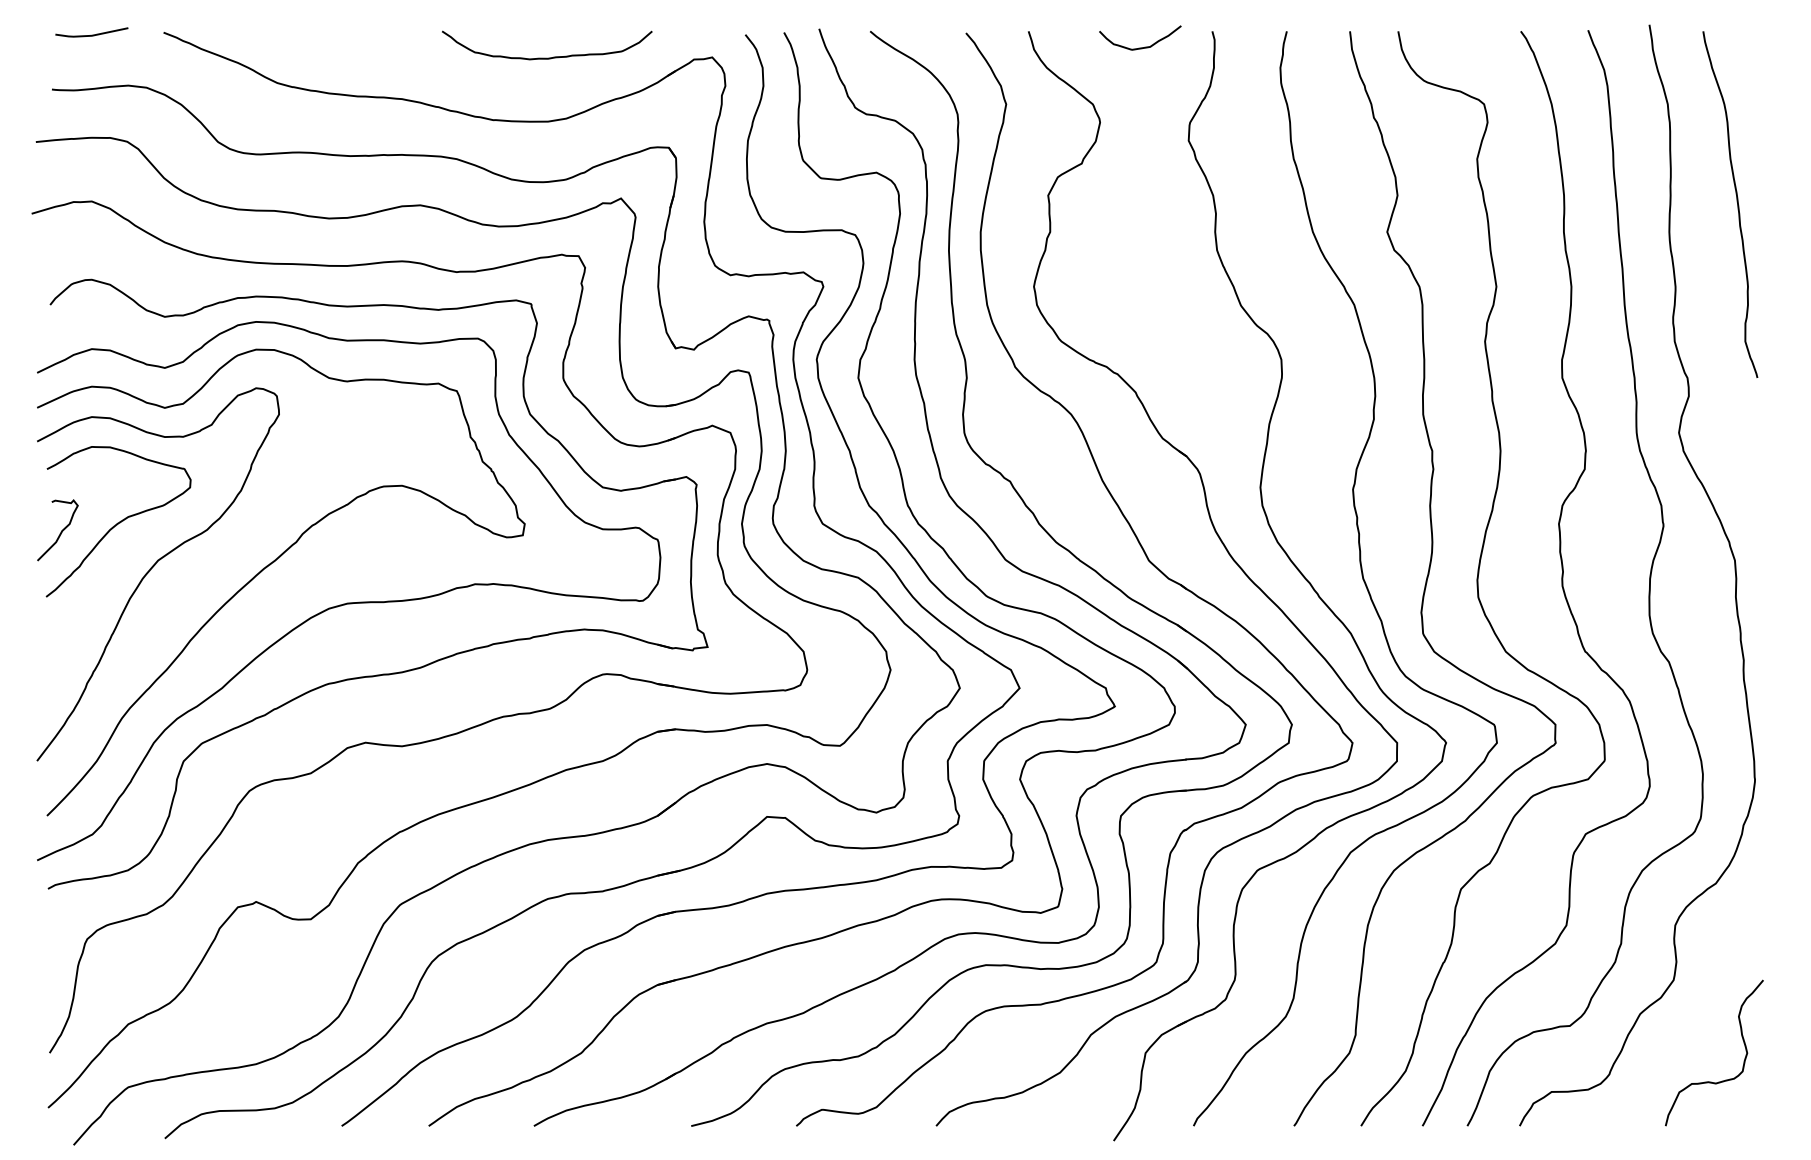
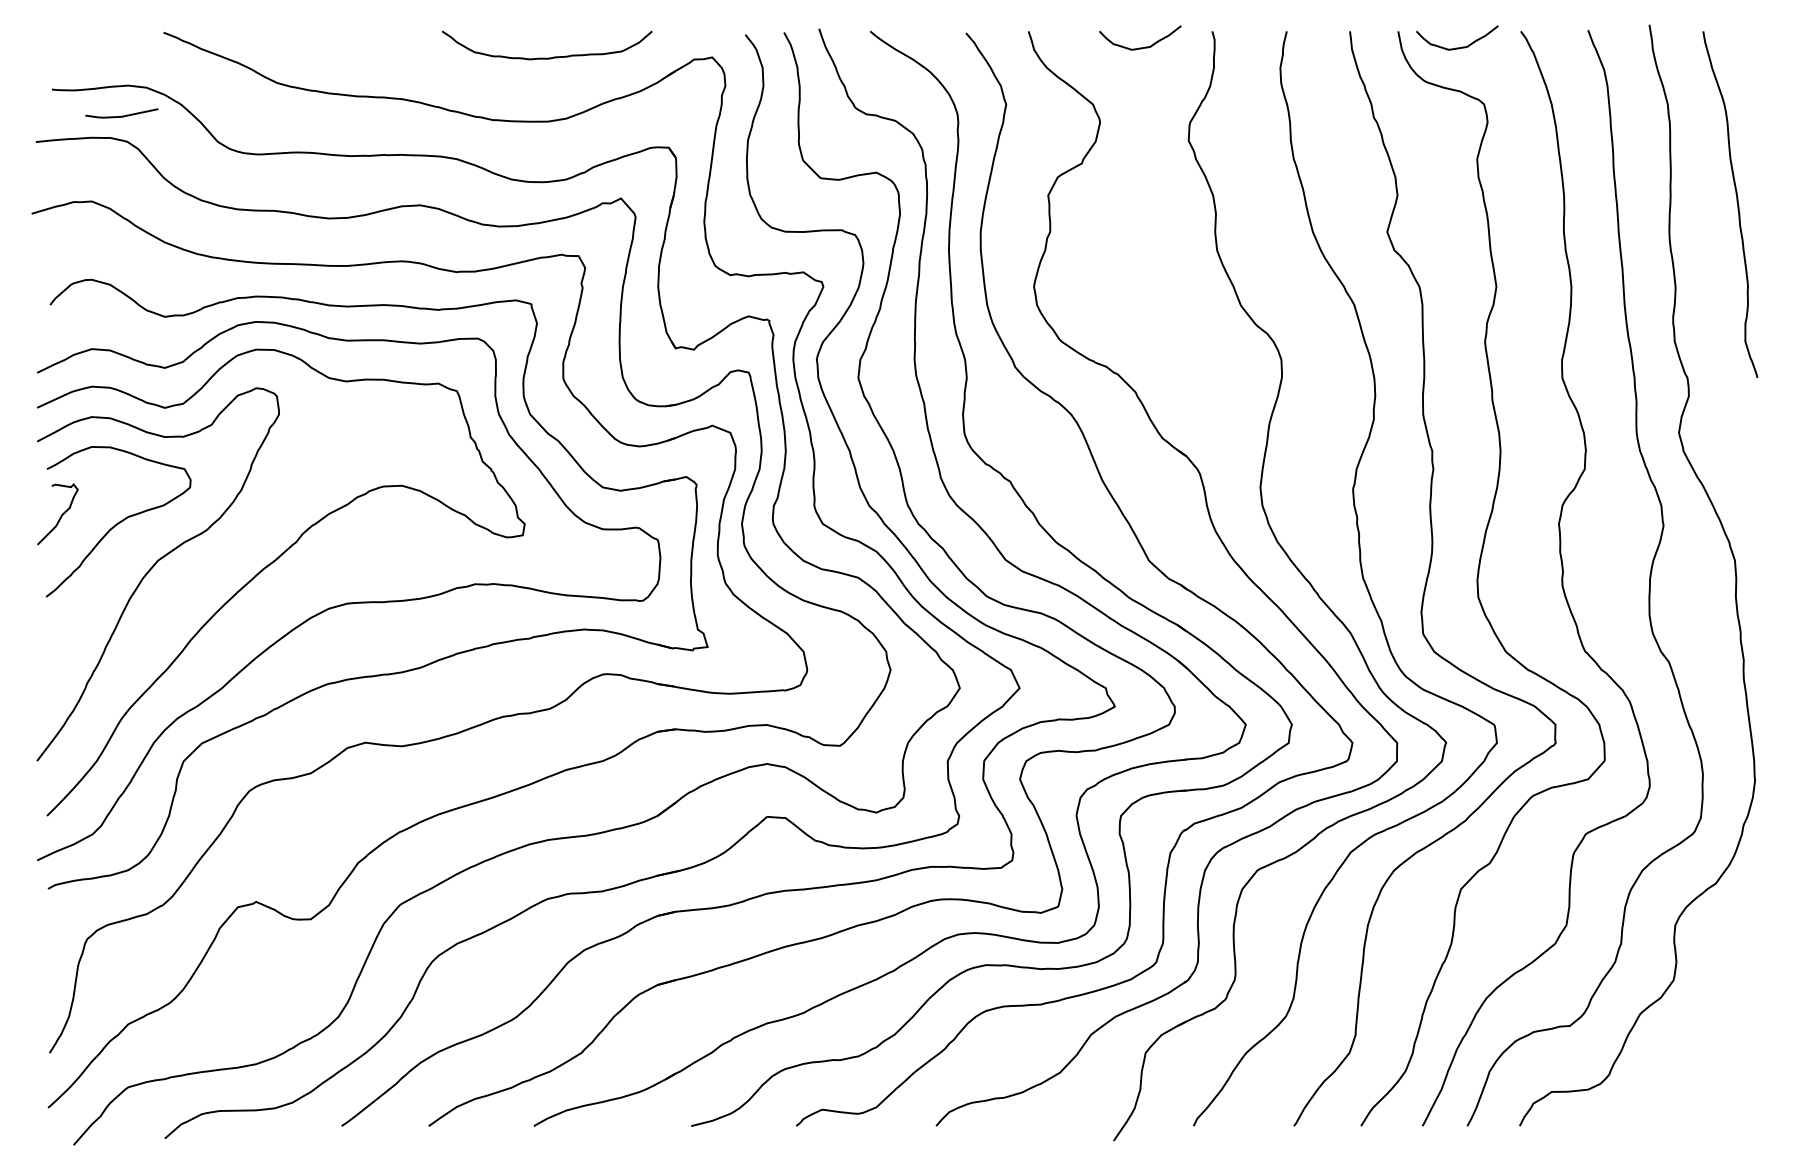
line at (91, 34) position: (91, 34) -> (121, 115)
curve at (1461, 46): none -> present
curve at (60, 532) position: (60, 532) -> (60, 516)
curve at (1722, 1080): present -> none
